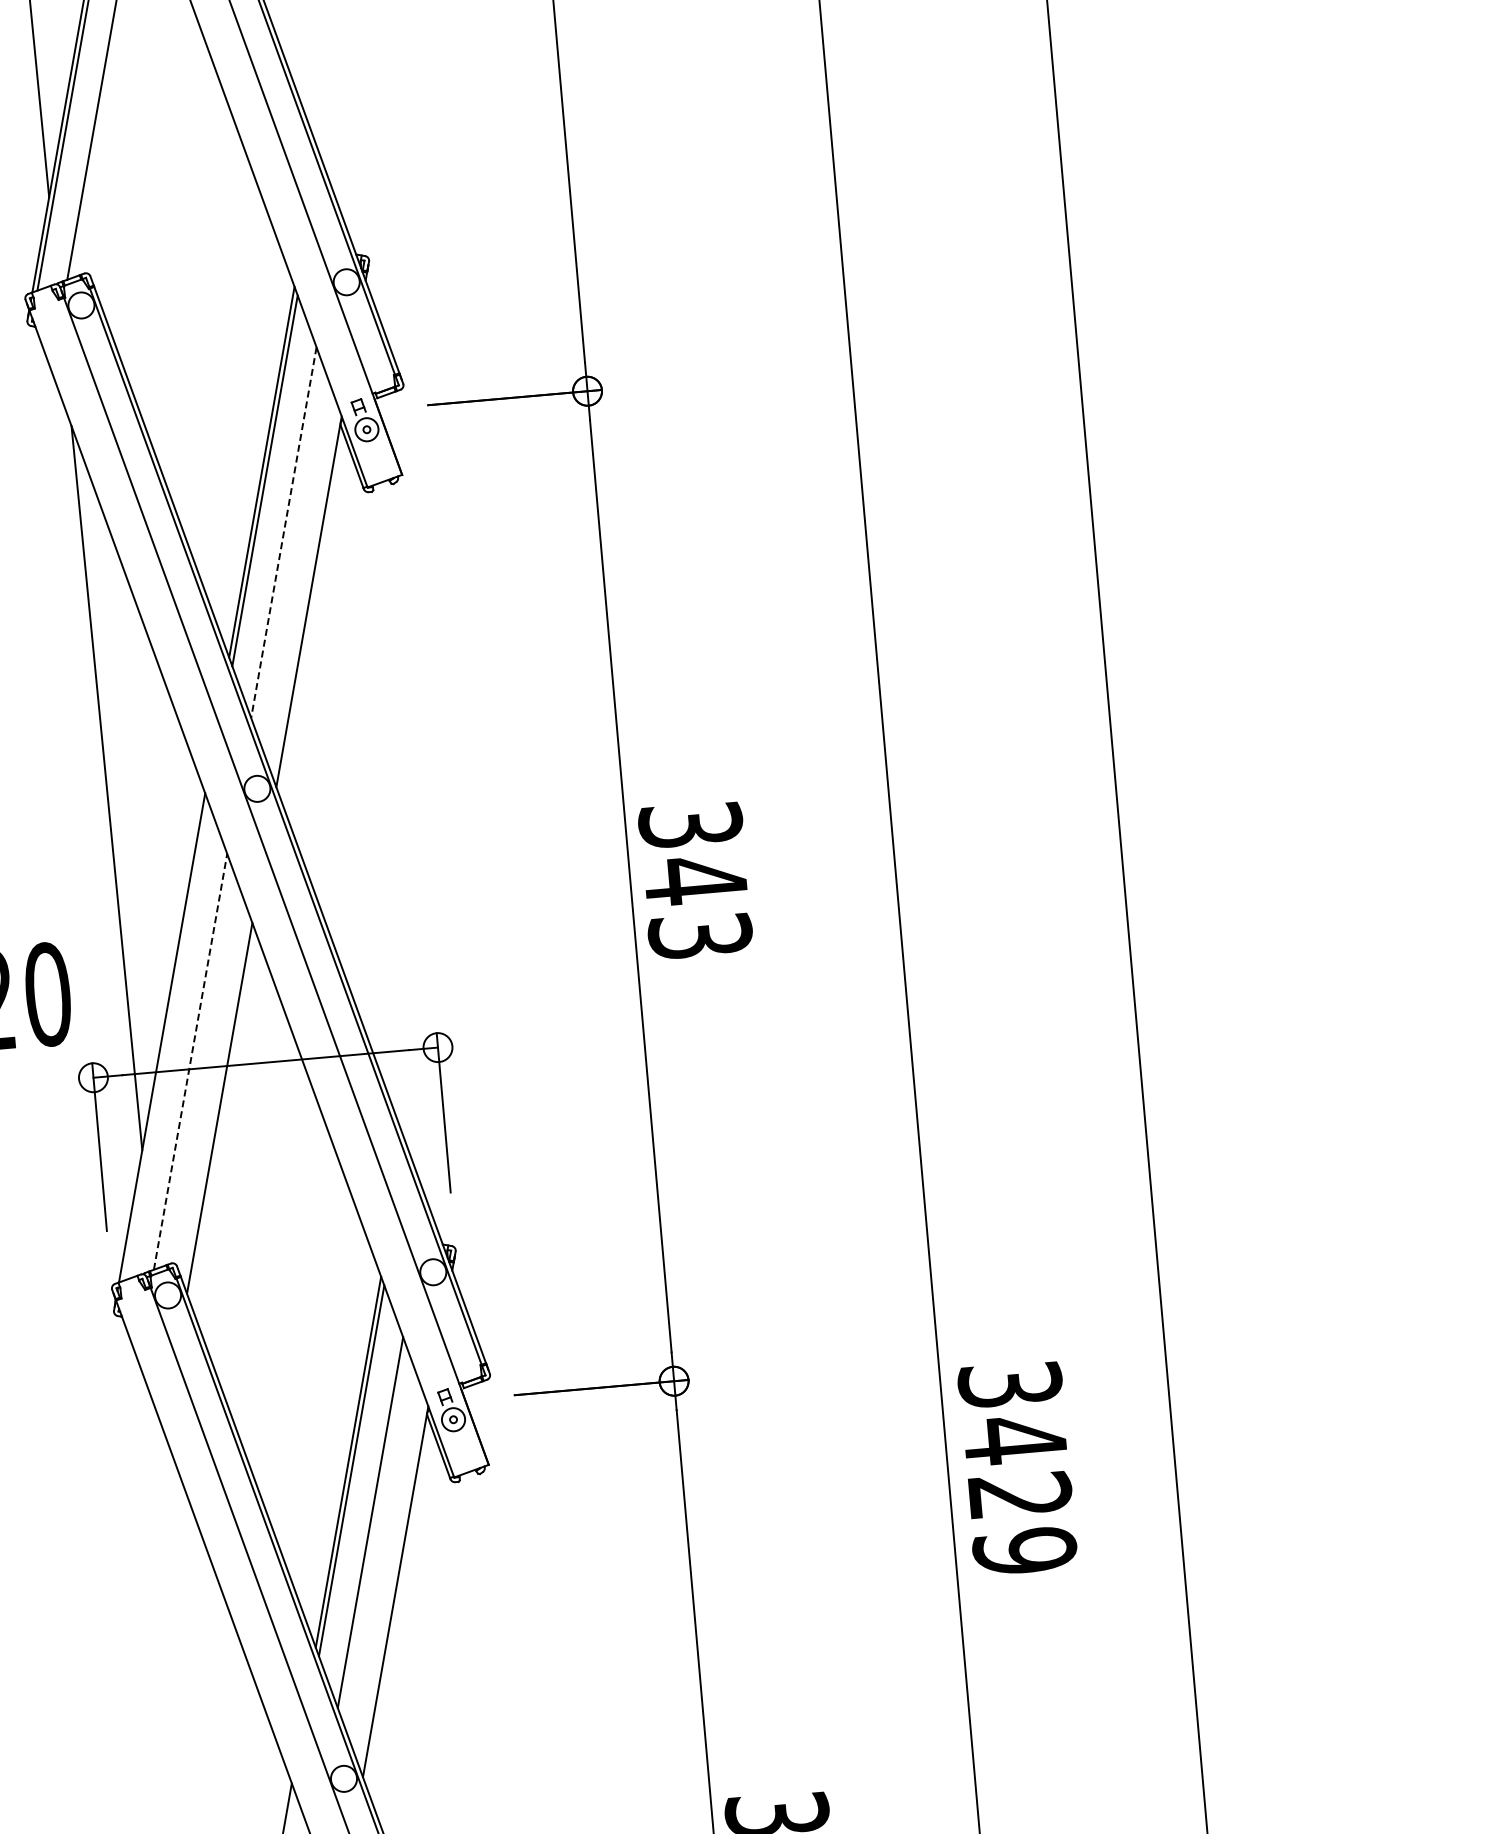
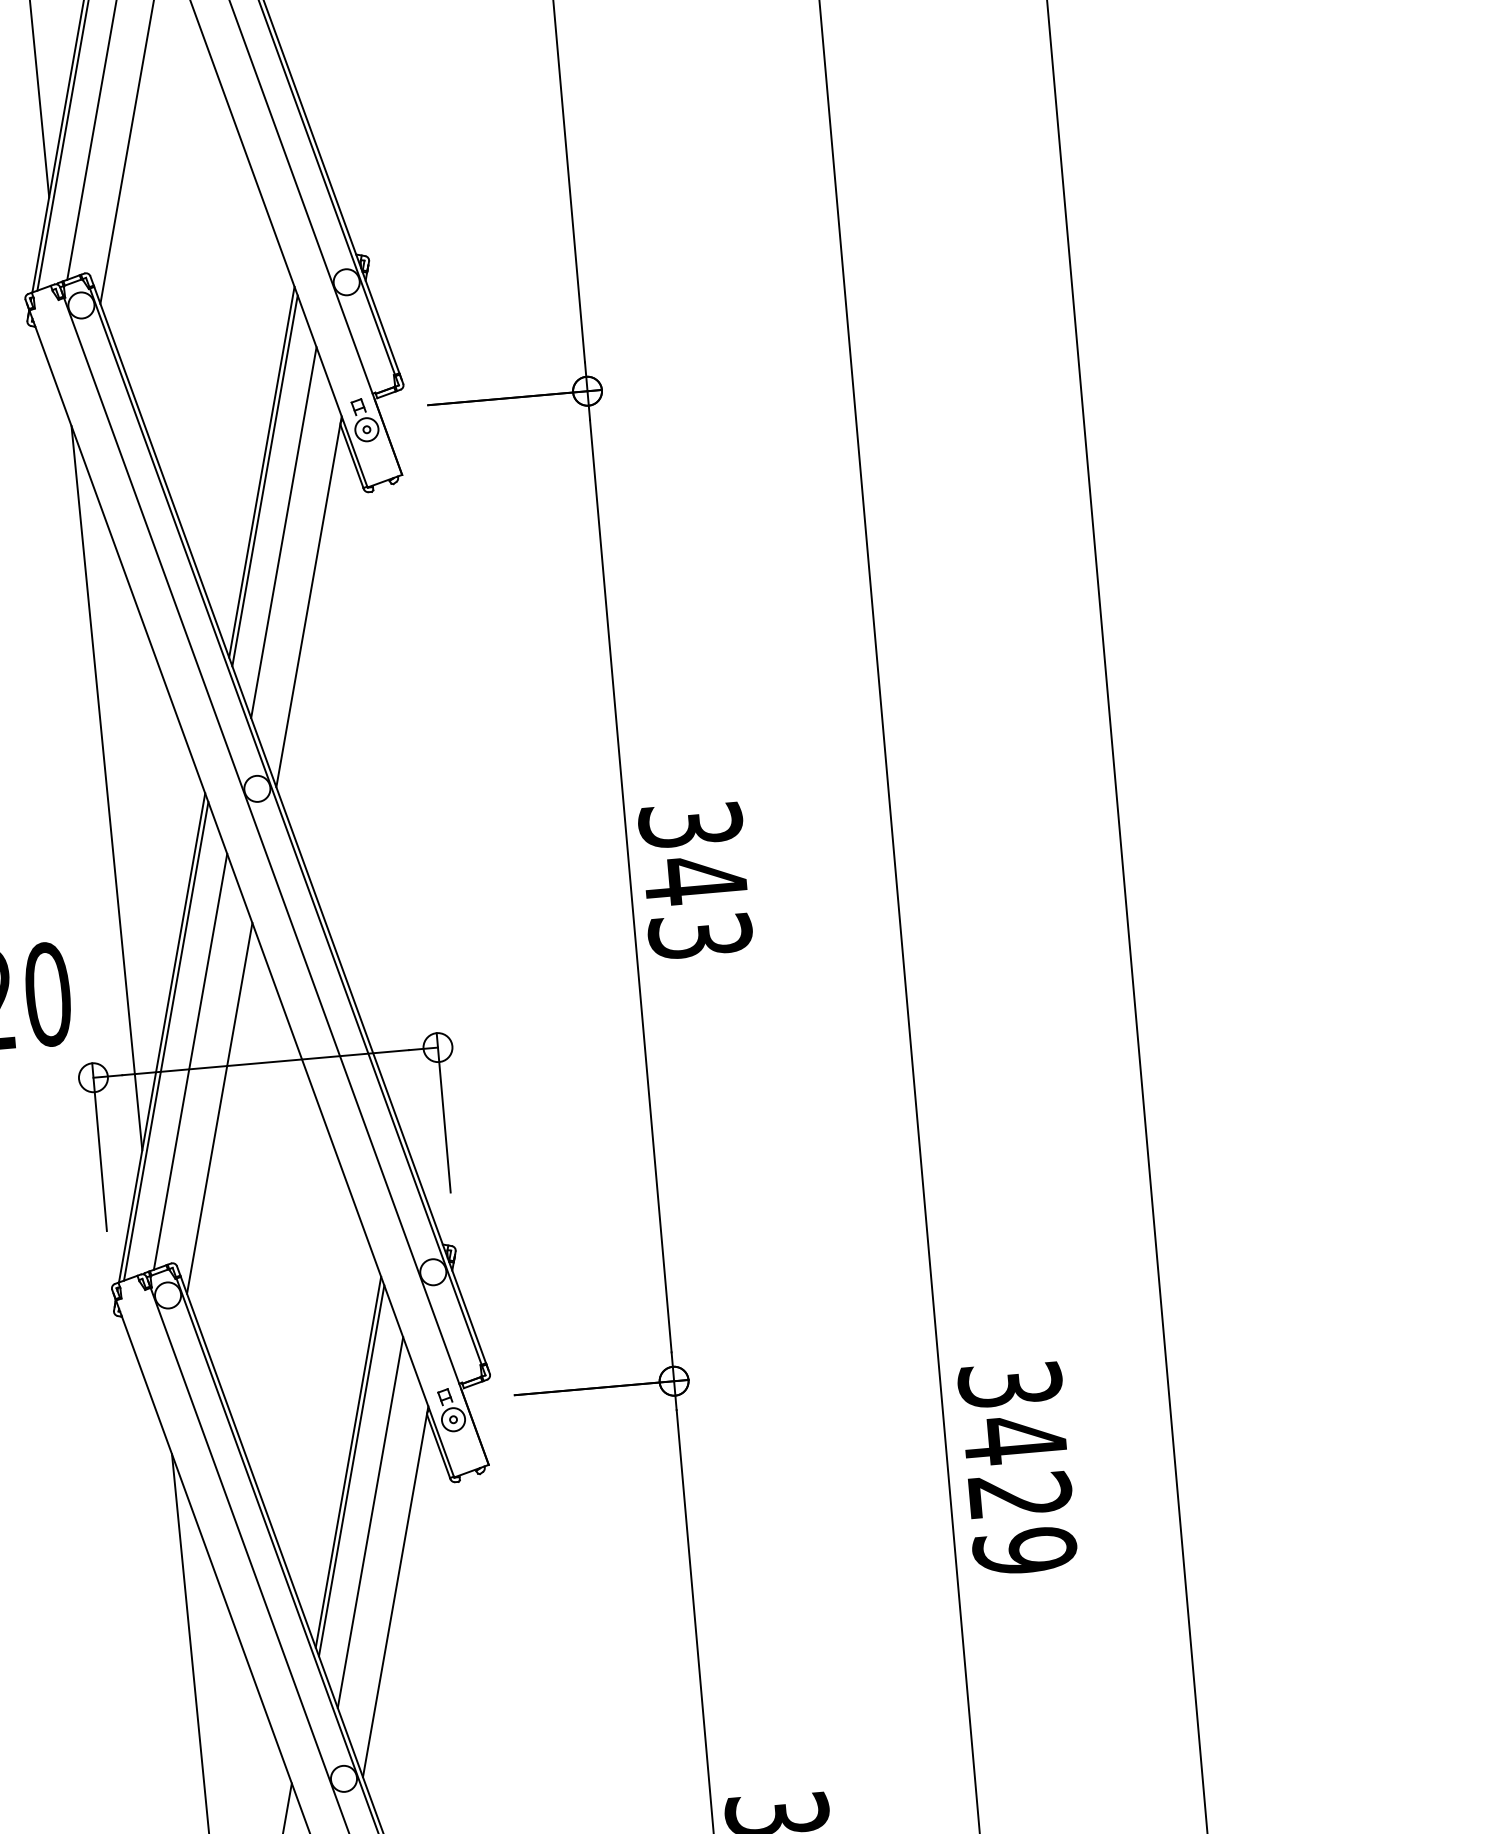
line at (126, 152): none -> present
line at (283, 533): dashed -> solid
line at (166, 1041): none -> present
line at (190, 1061): dashed -> solid
line at (190, 1642): none -> present
